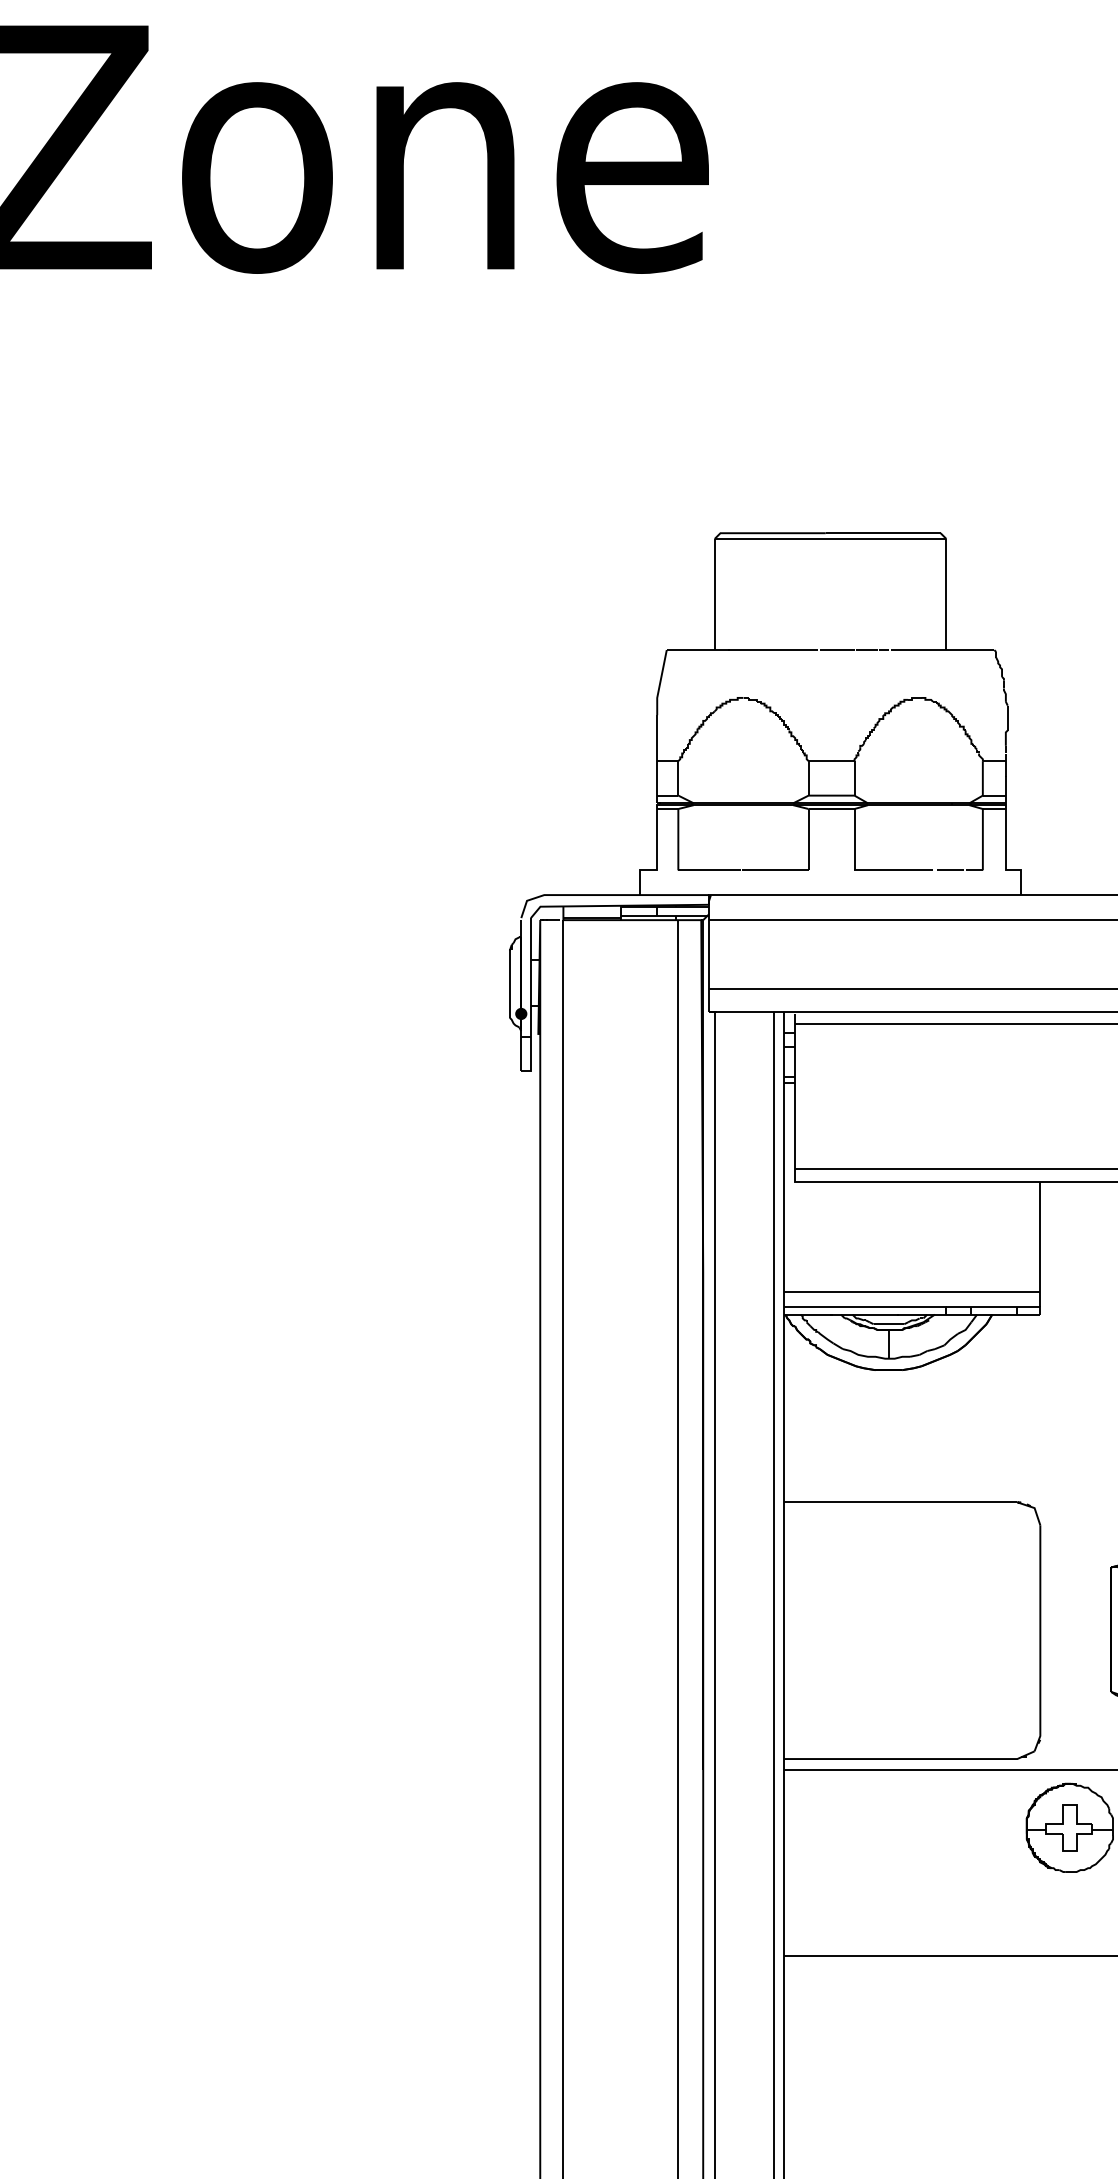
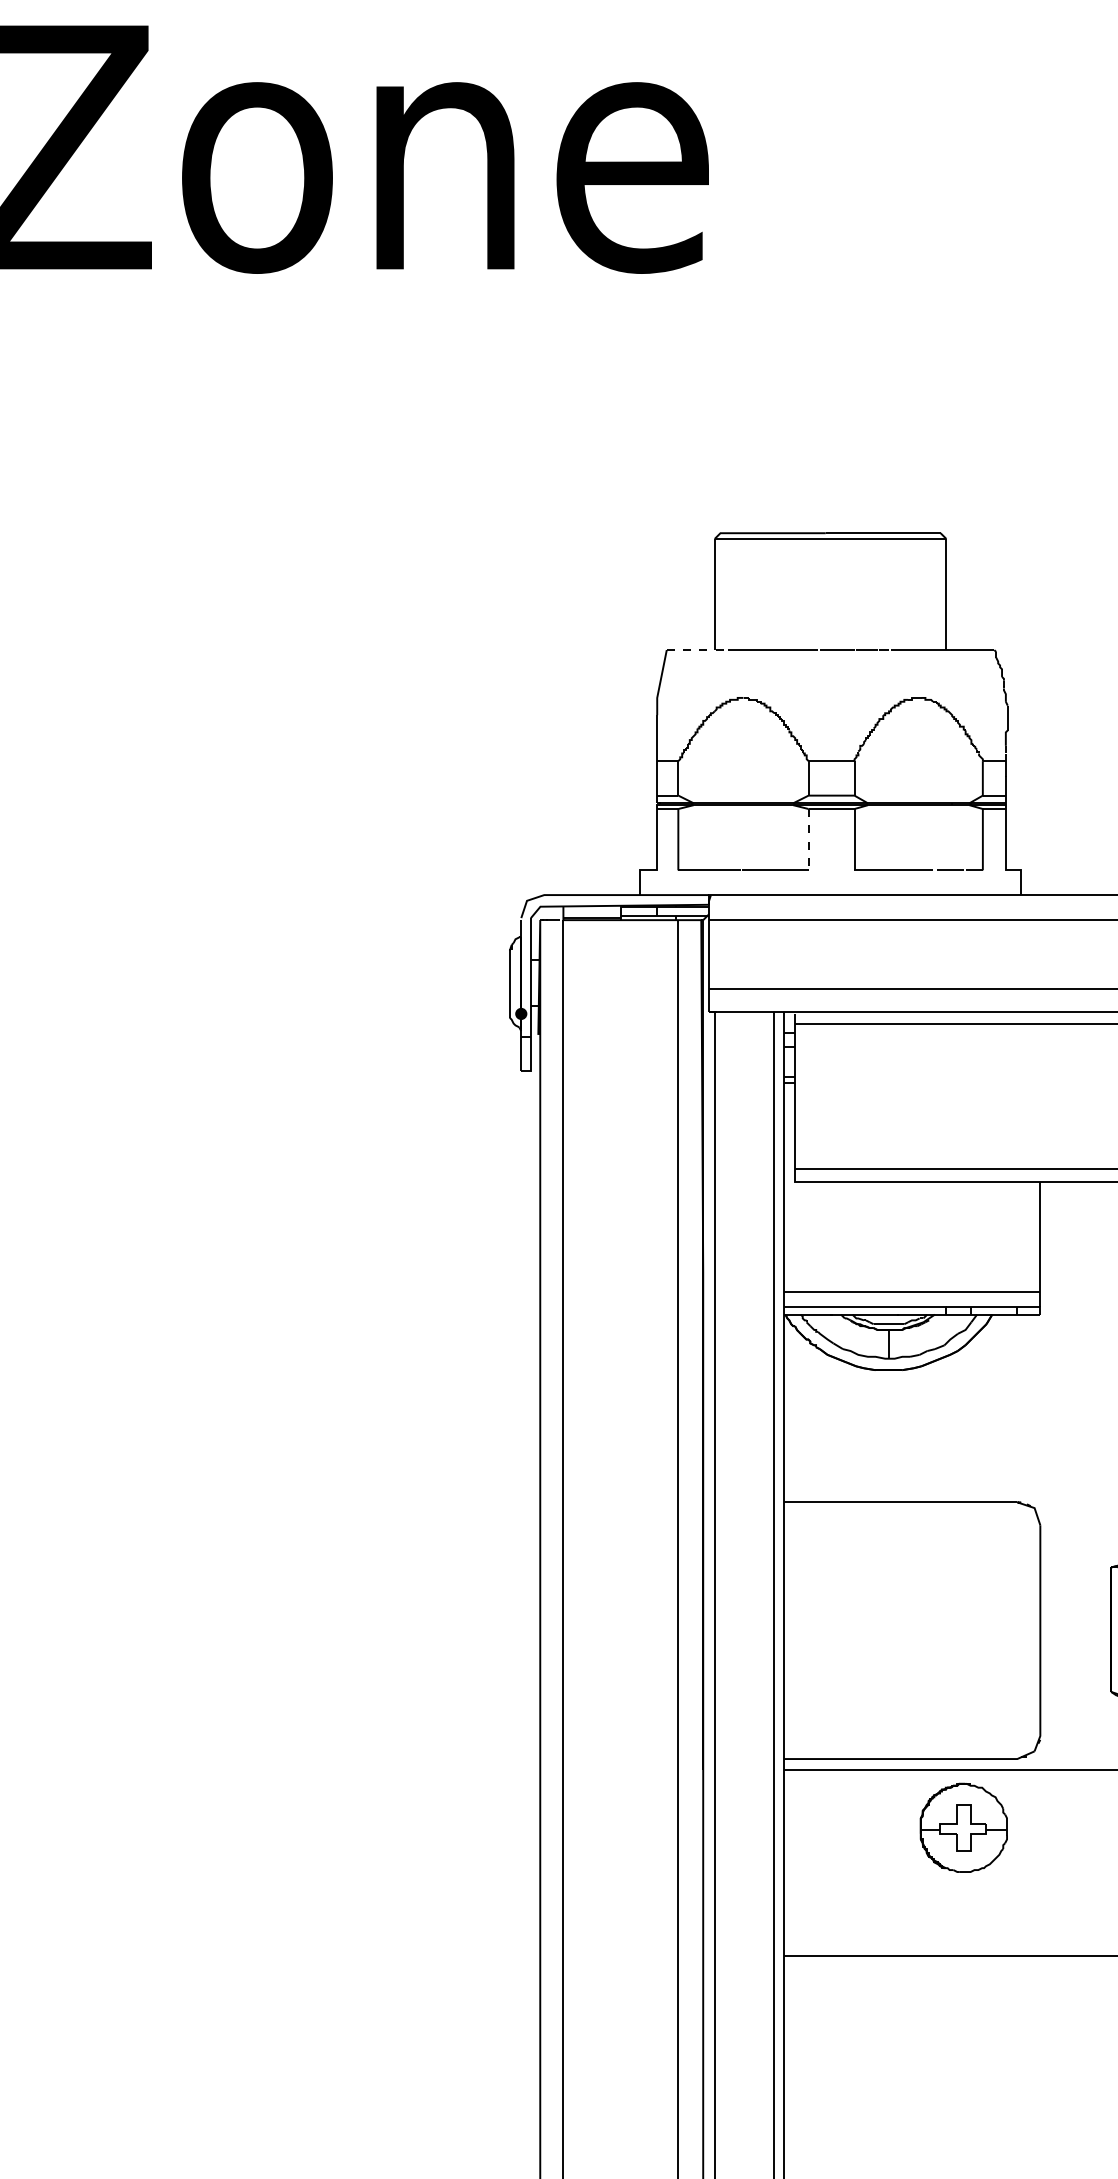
line at (698, 650): solid -> dashed
line at (808, 839): solid -> dashed
part at (1069, 1827) position: (1069, 1827) -> (963, 1827)
